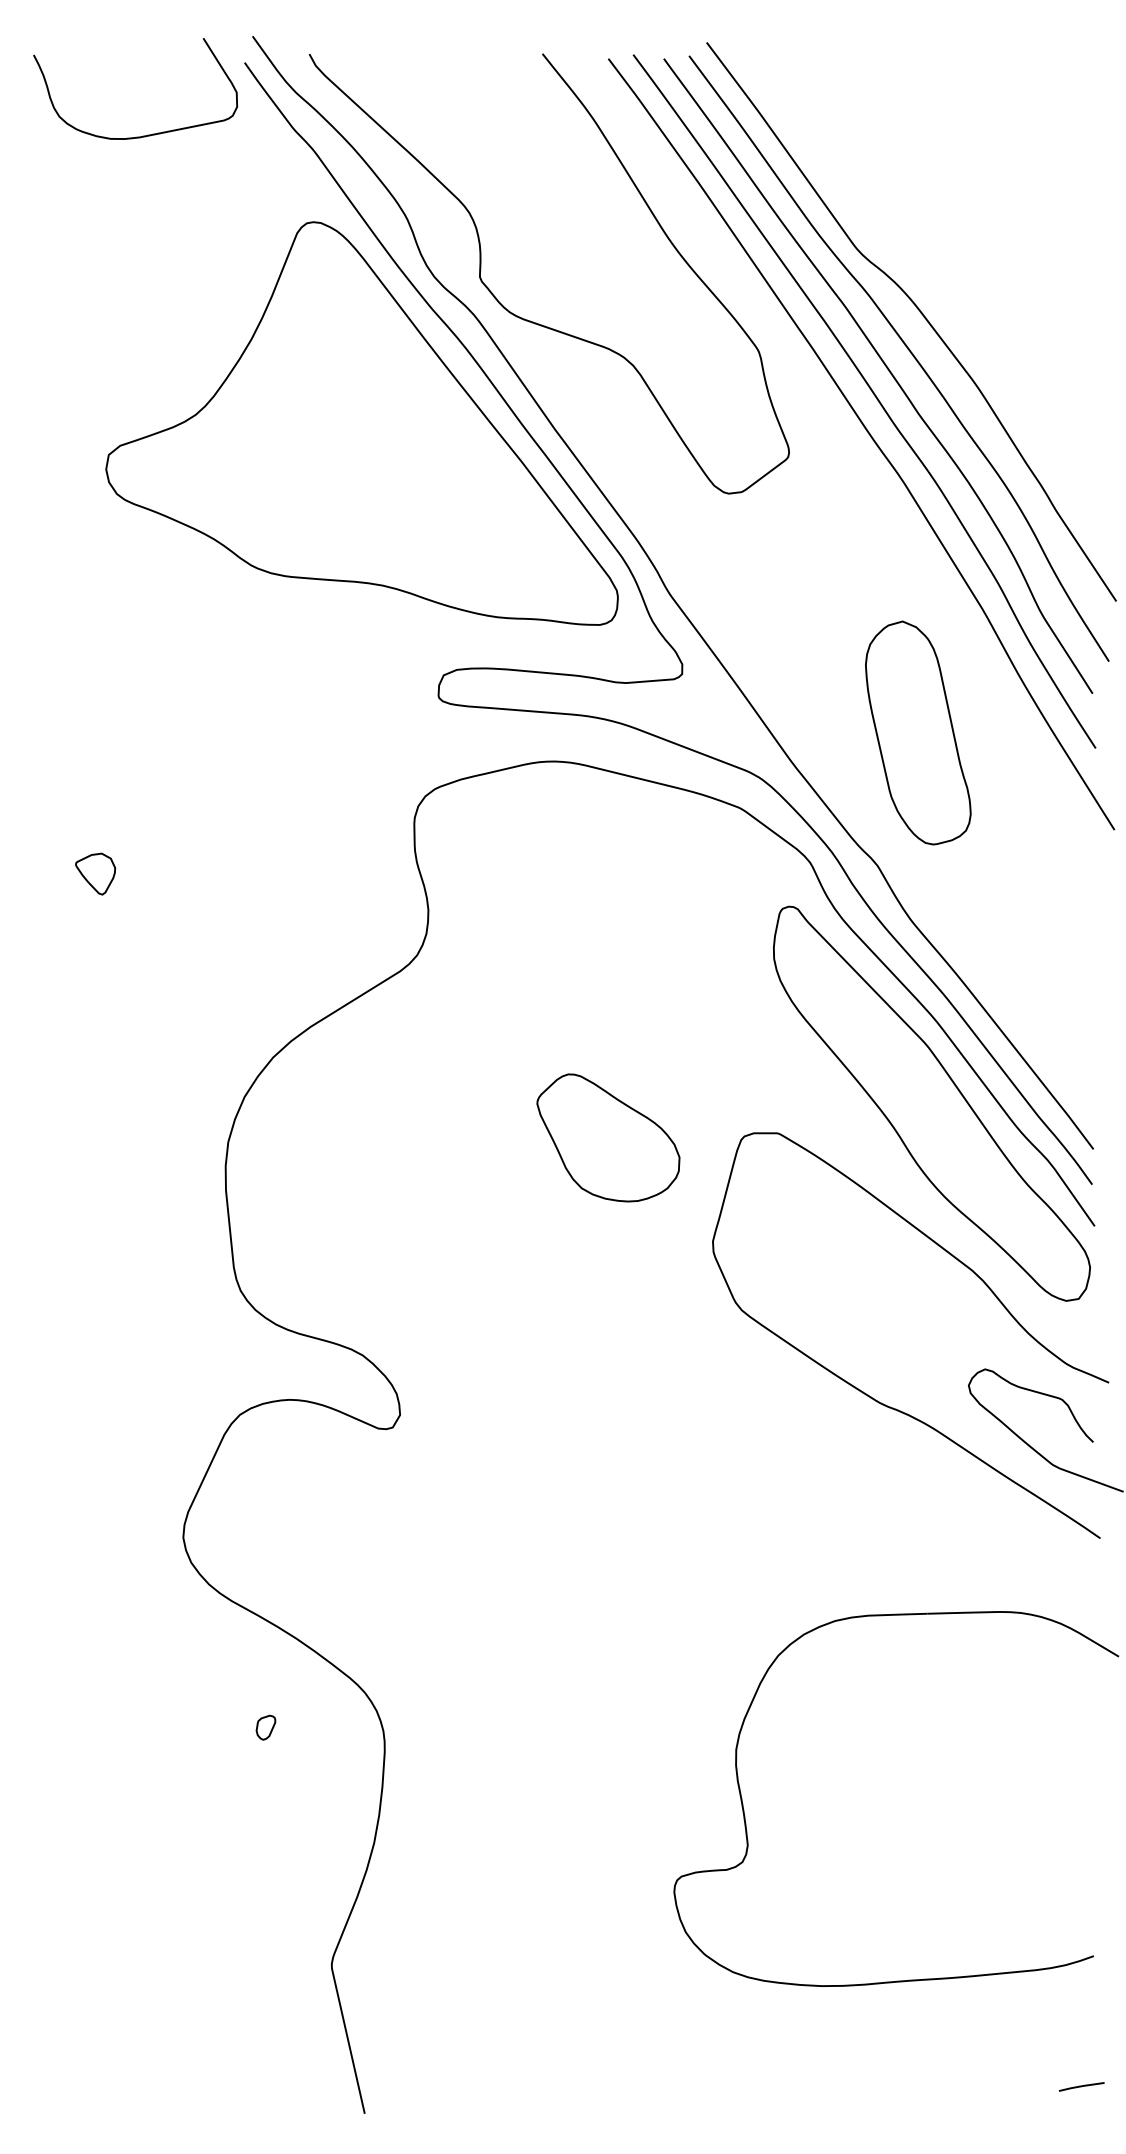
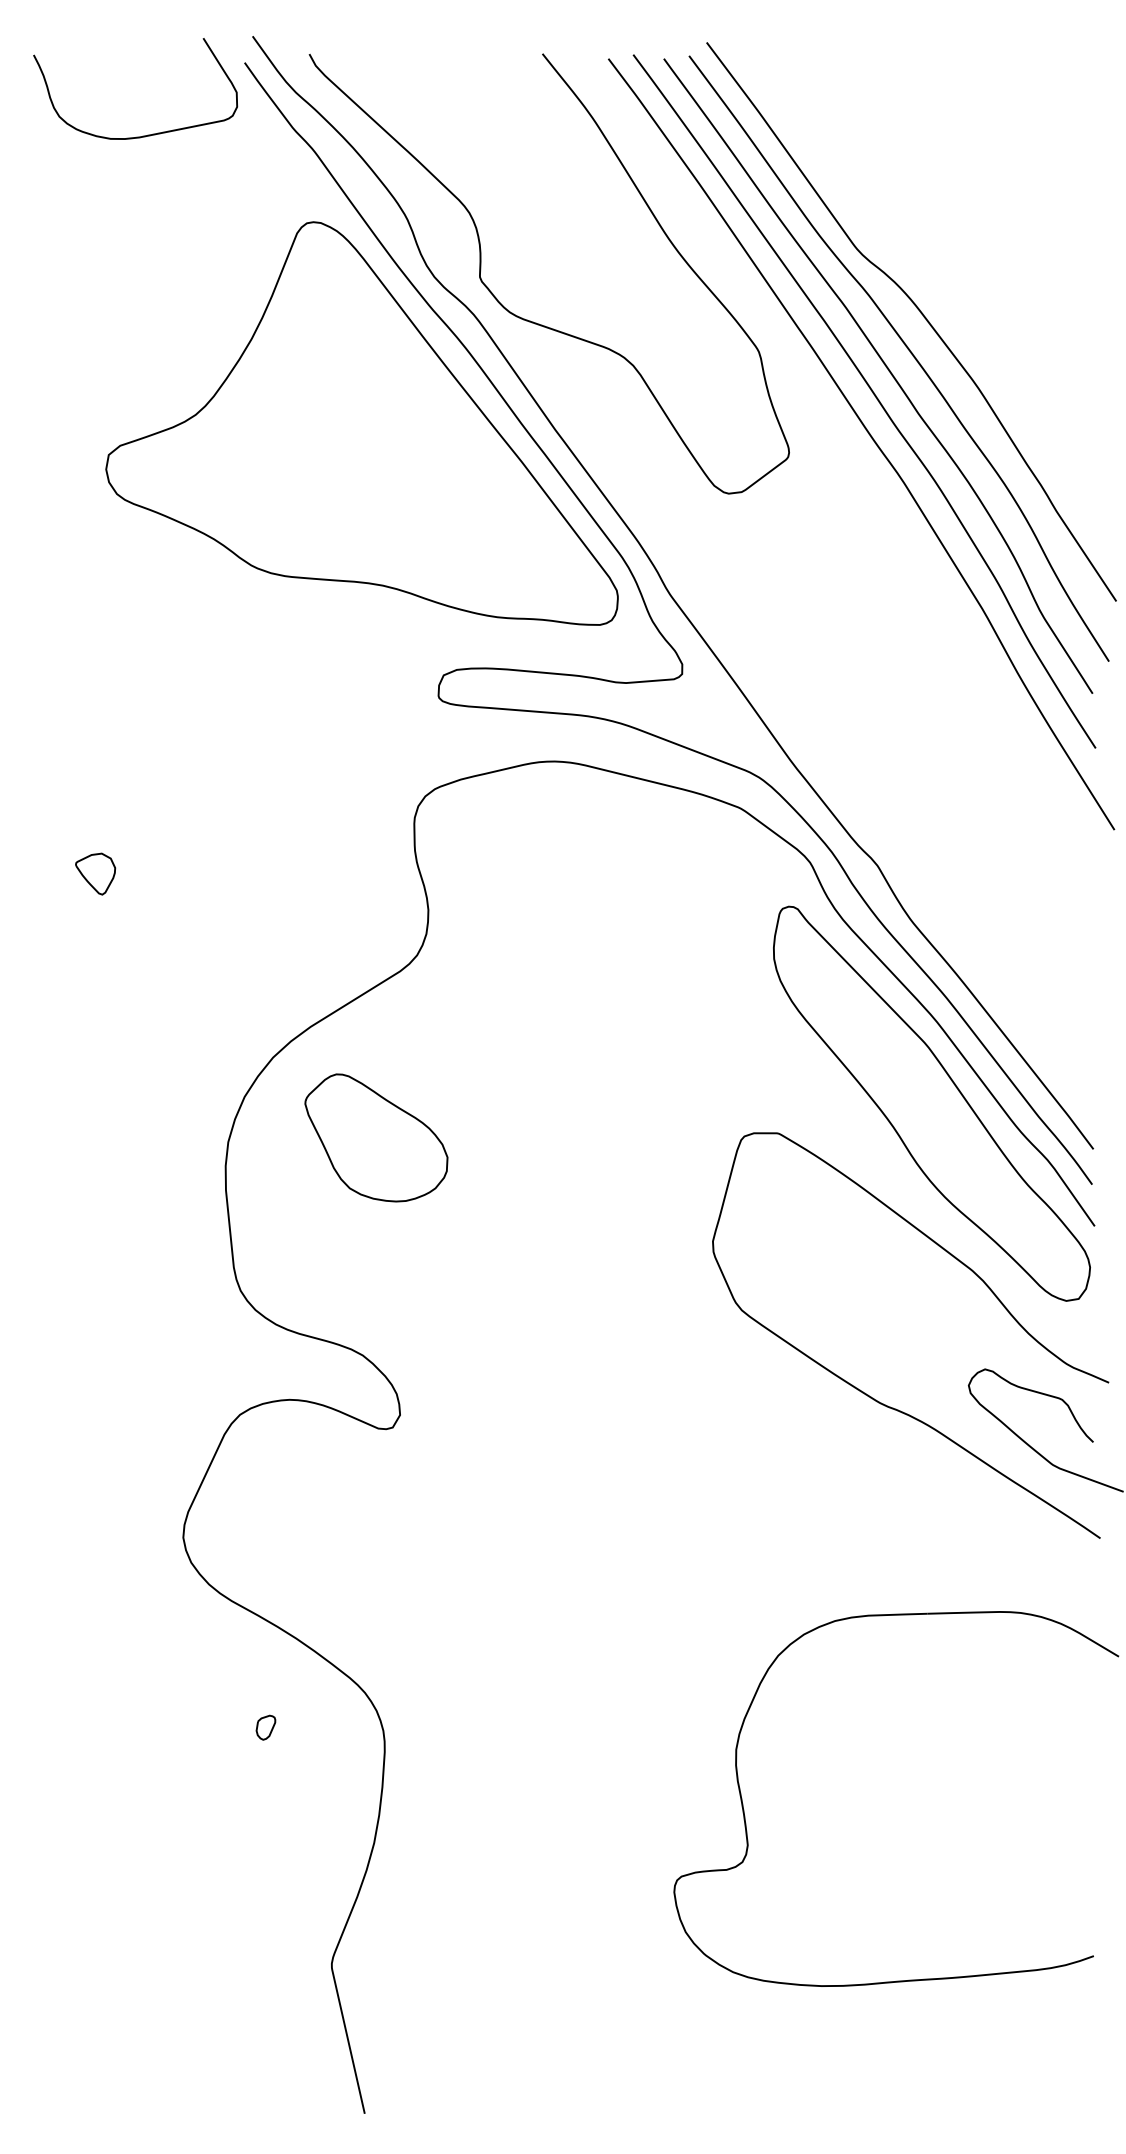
part at (918, 732): present -> none
part at (608, 1137) position: (608, 1137) -> (376, 1137)
line at (1081, 2086): present -> none
